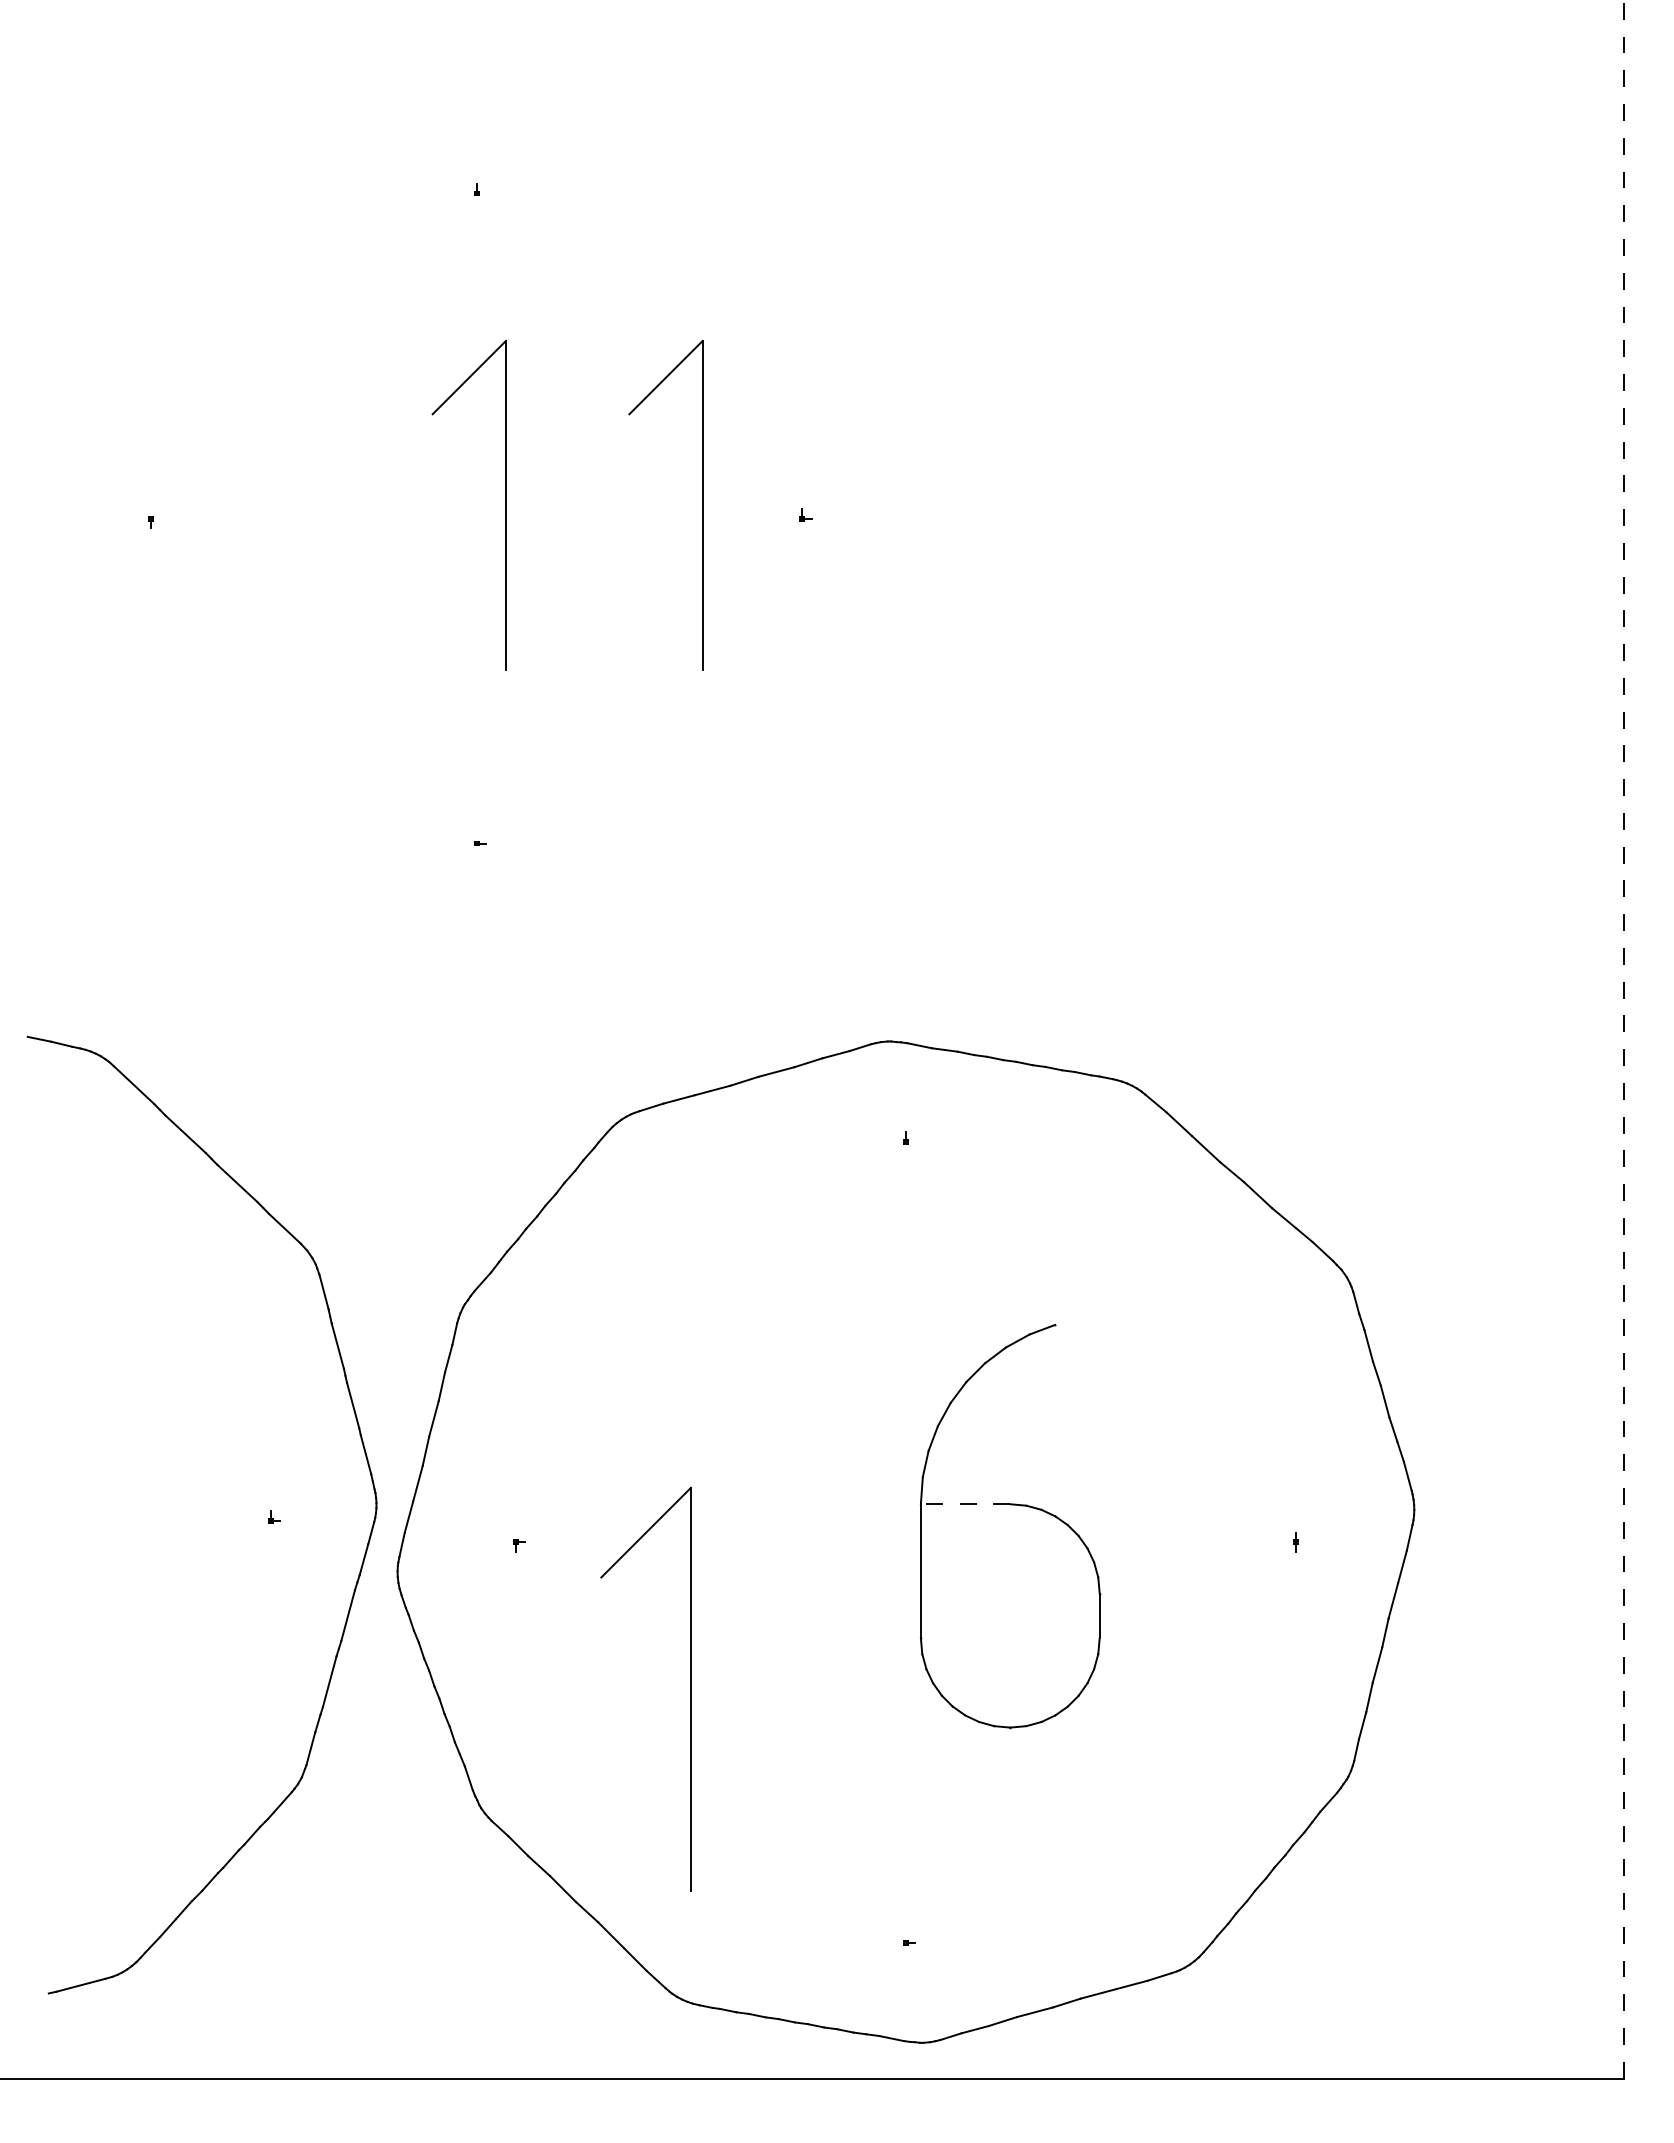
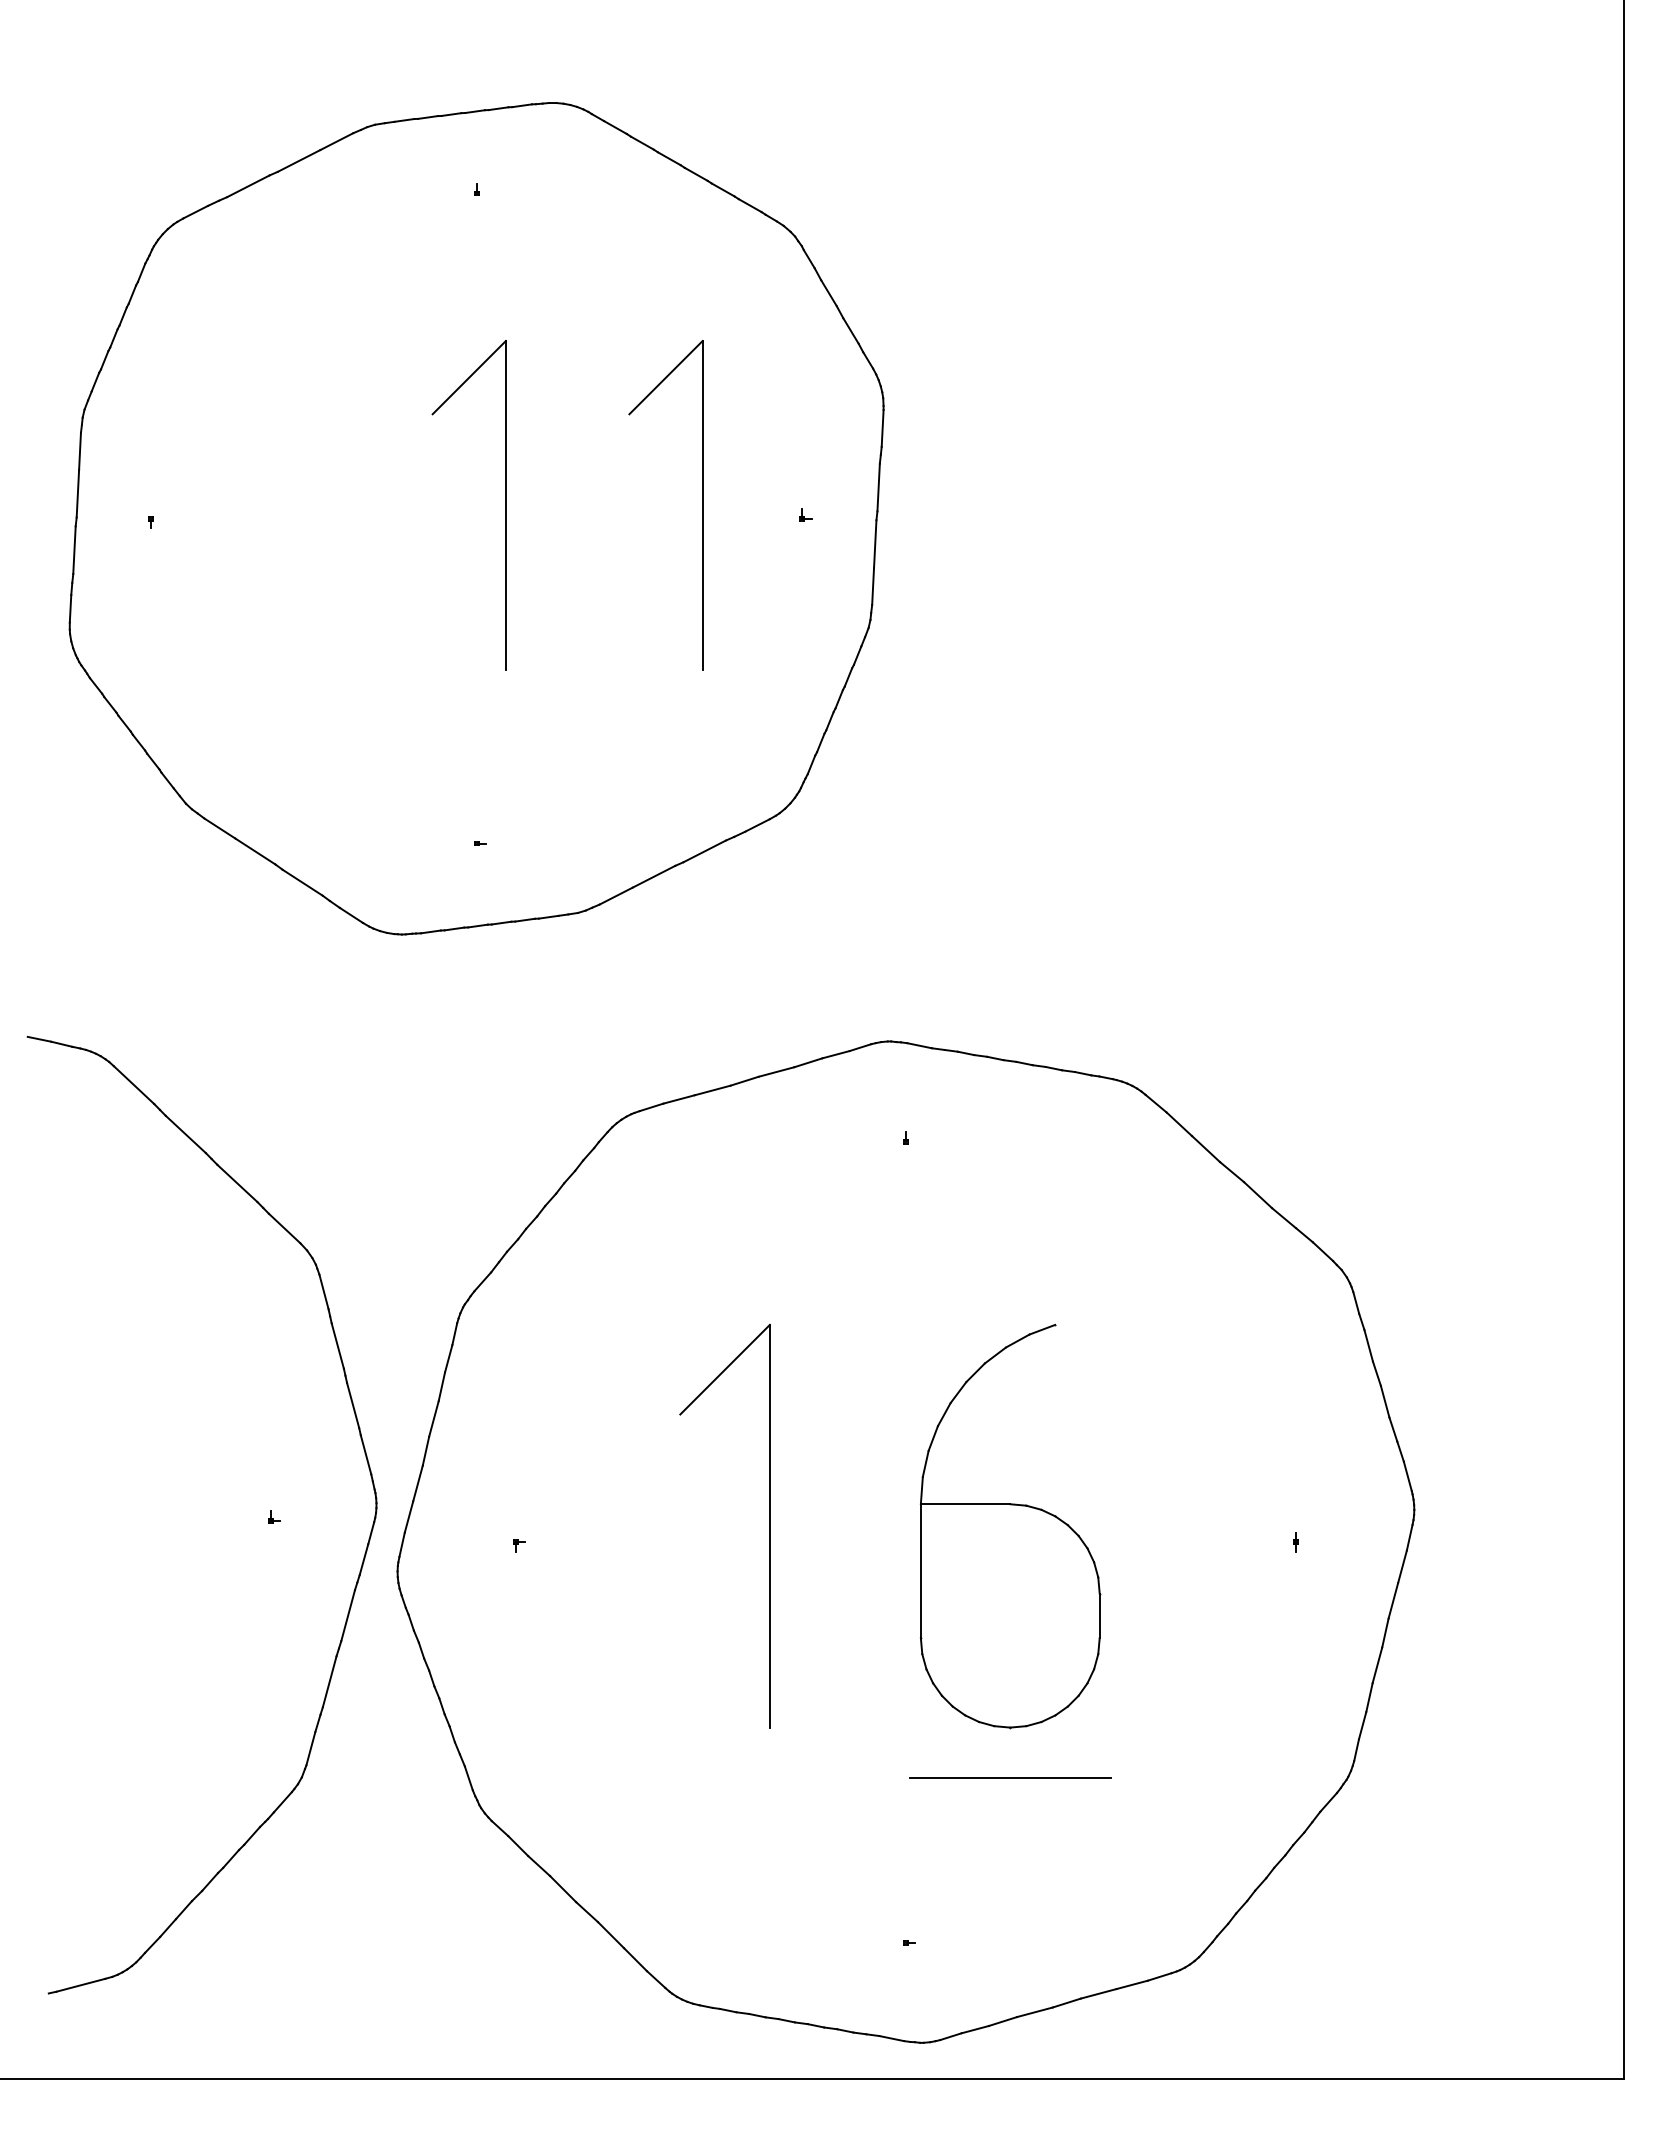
part at (476, 518): none -> present
line at (1623, 1038): dashed -> solid
line at (965, 1504): dashed -> solid
part at (690, 1688) position: (690, 1688) -> (769, 1525)
line at (1010, 1777): none -> present
